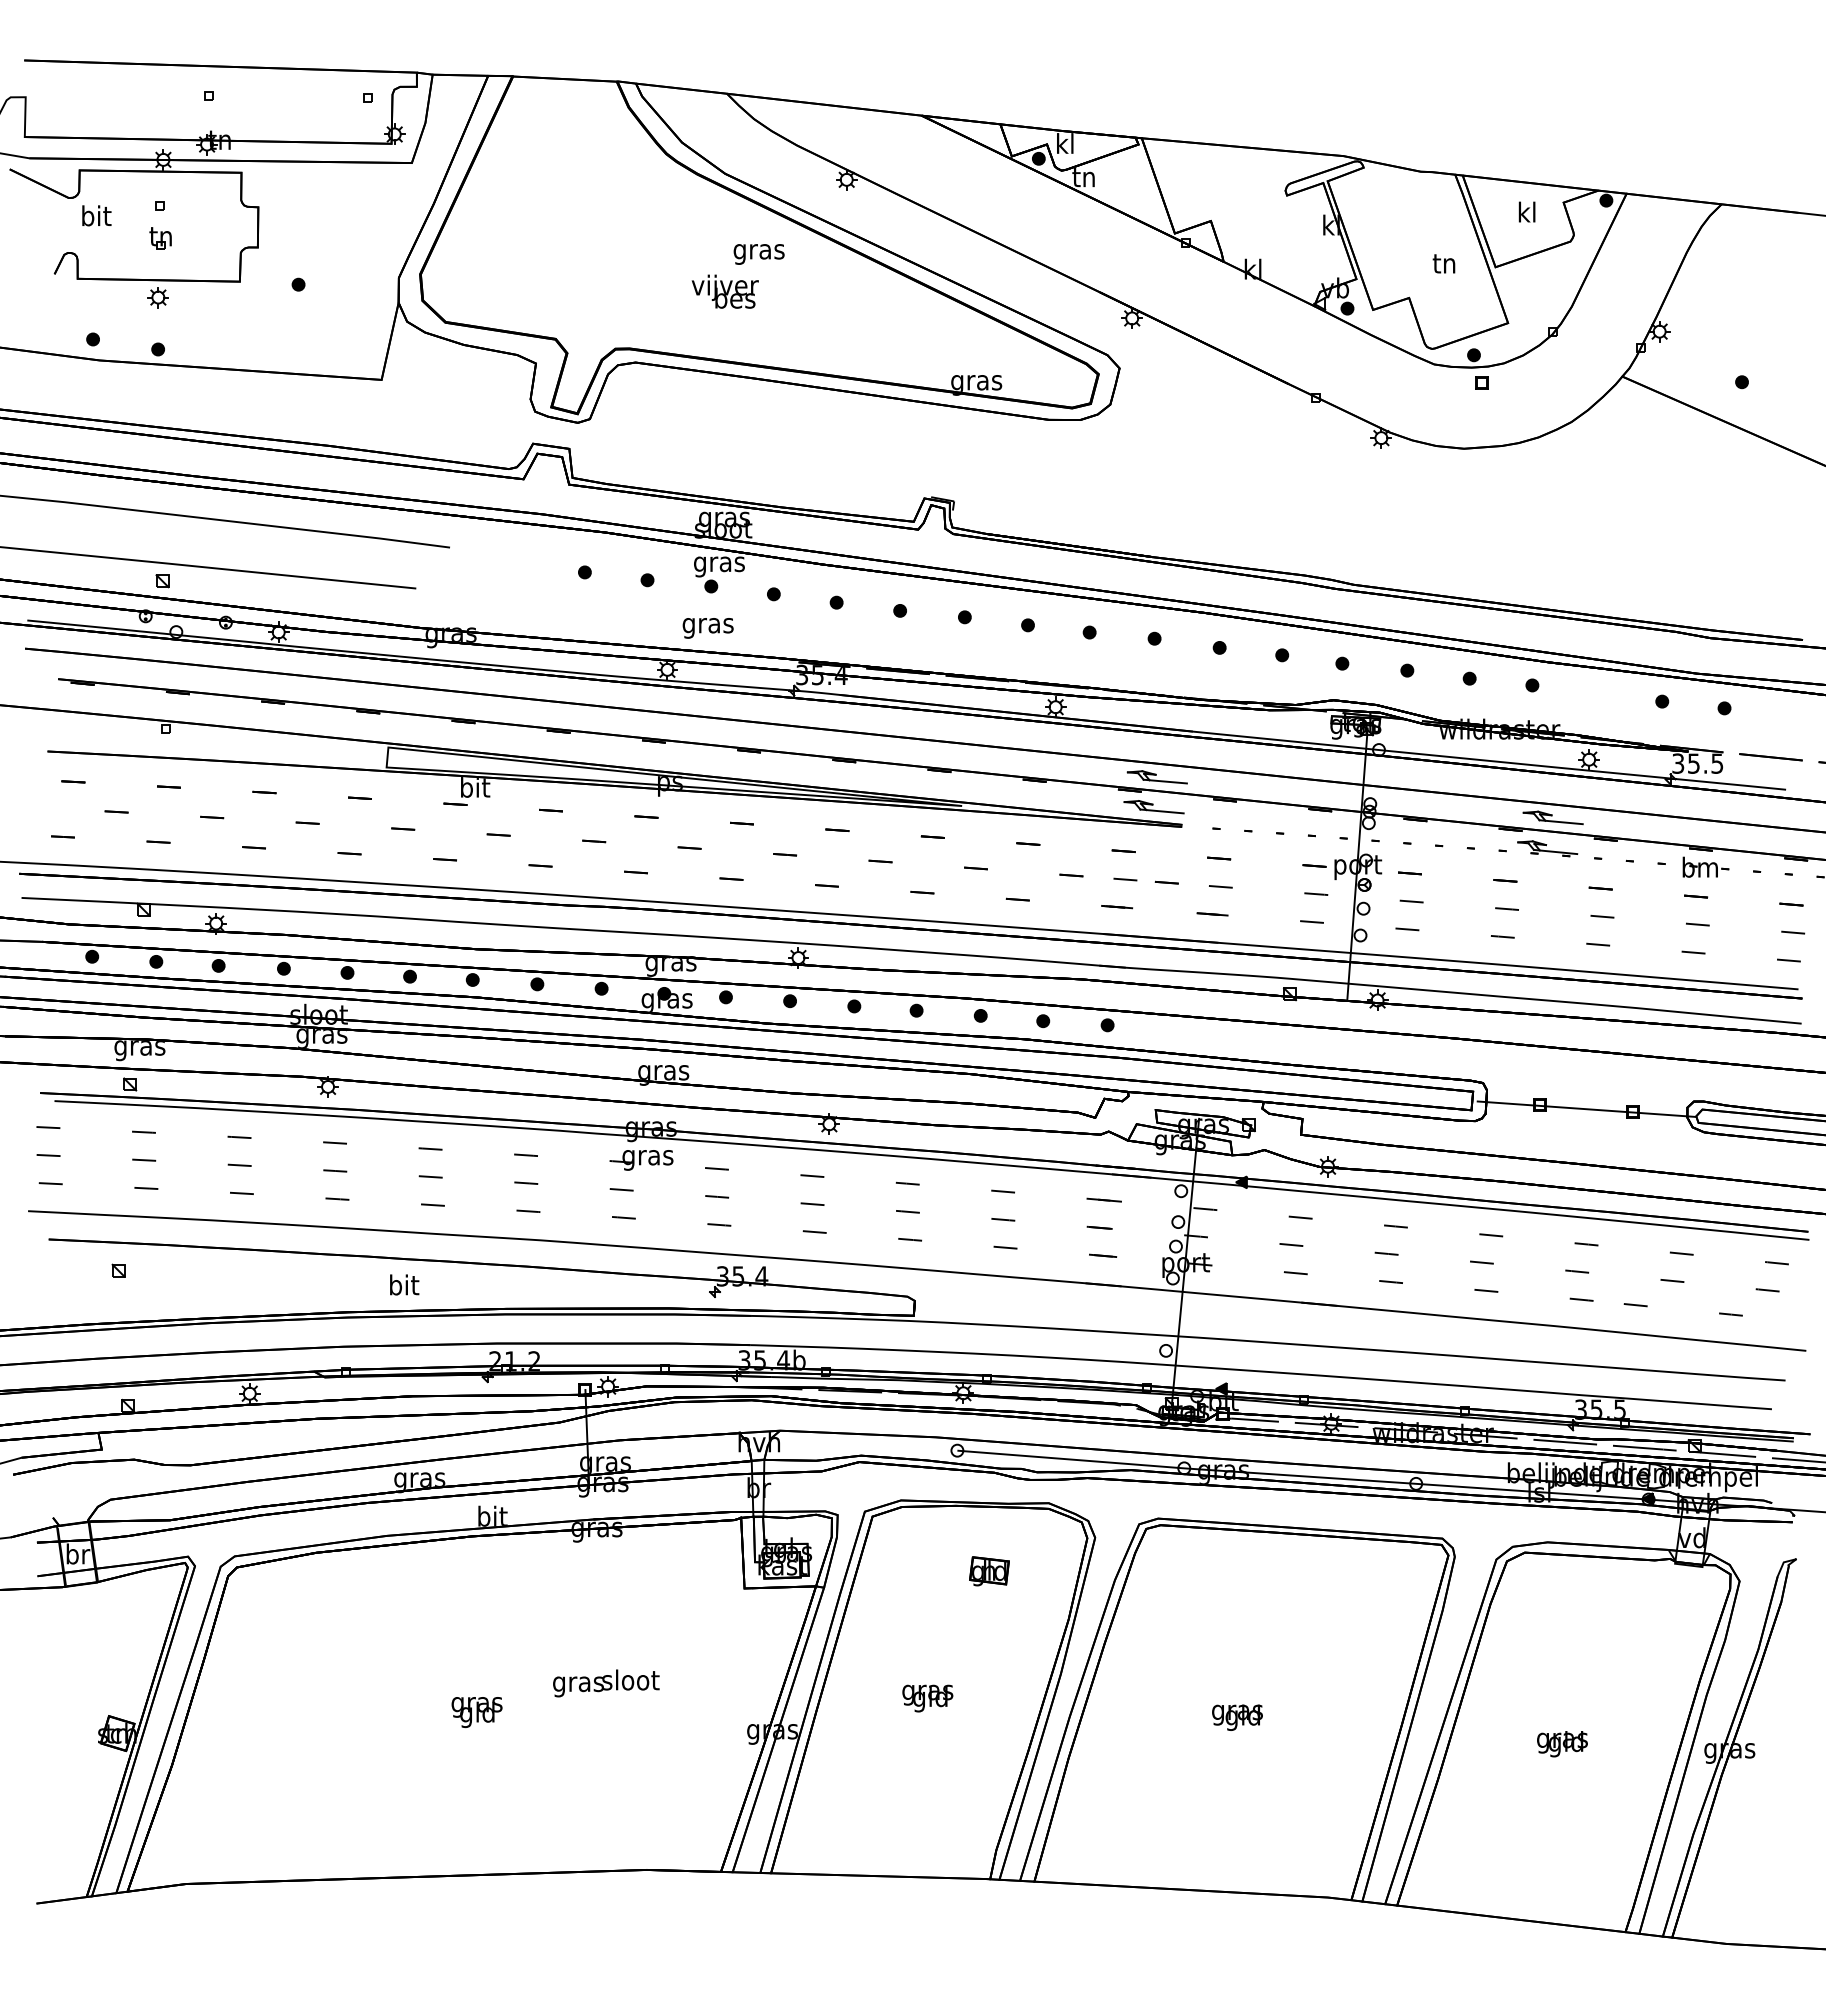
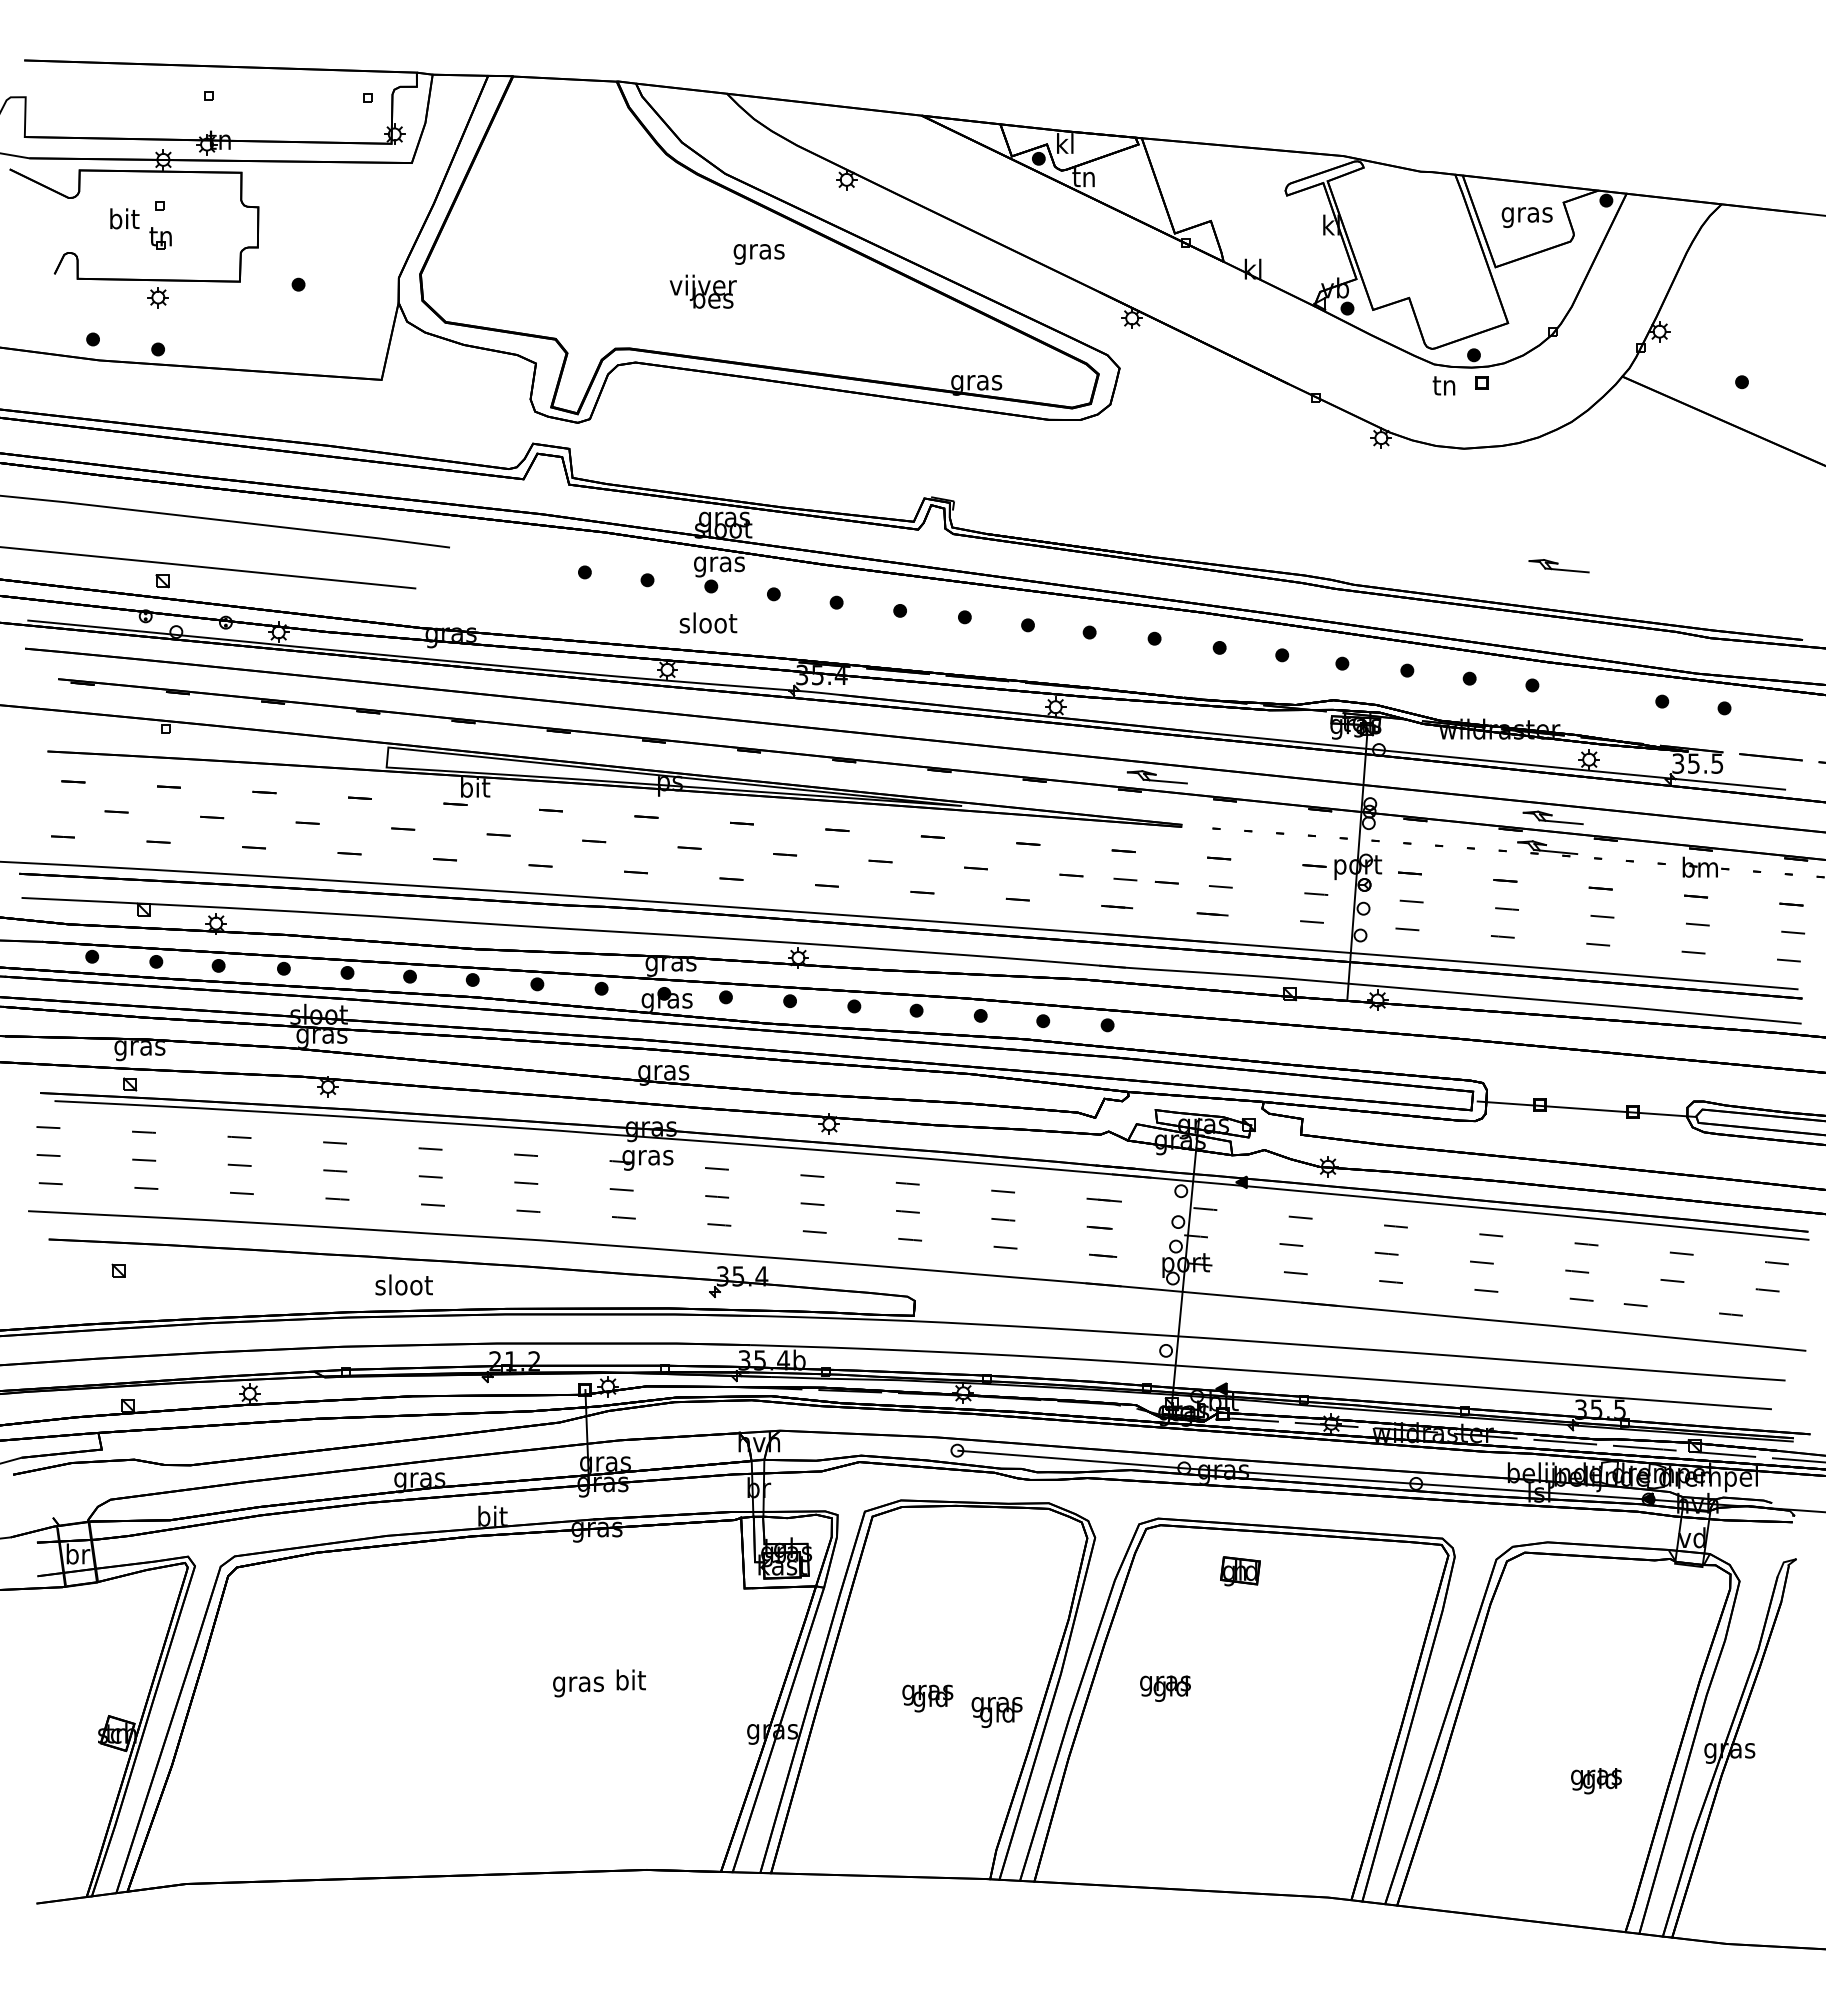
text at (1526, 214): kl -> gras
text at (96, 215) position: (96, 215) -> (124, 218)
text at (1443, 263) position: (1443, 263) -> (1443, 385)
text at (724, 291) position: (724, 291) -> (702, 291)
text at (708, 625): gras -> sloot
part at (1153, 807) position: (1153, 807) -> (1558, 566)
text at (403, 1284): bit -> sloot
part at (989, 1571) position: (989, 1571) -> (1240, 1571)
text at (630, 1679): sloot -> bit
text at (476, 1712) position: (476, 1712) -> (996, 1712)
text at (1237, 1717) position: (1237, 1717) -> (1165, 1688)
text at (1562, 1744) position: (1562, 1744) -> (1596, 1781)
